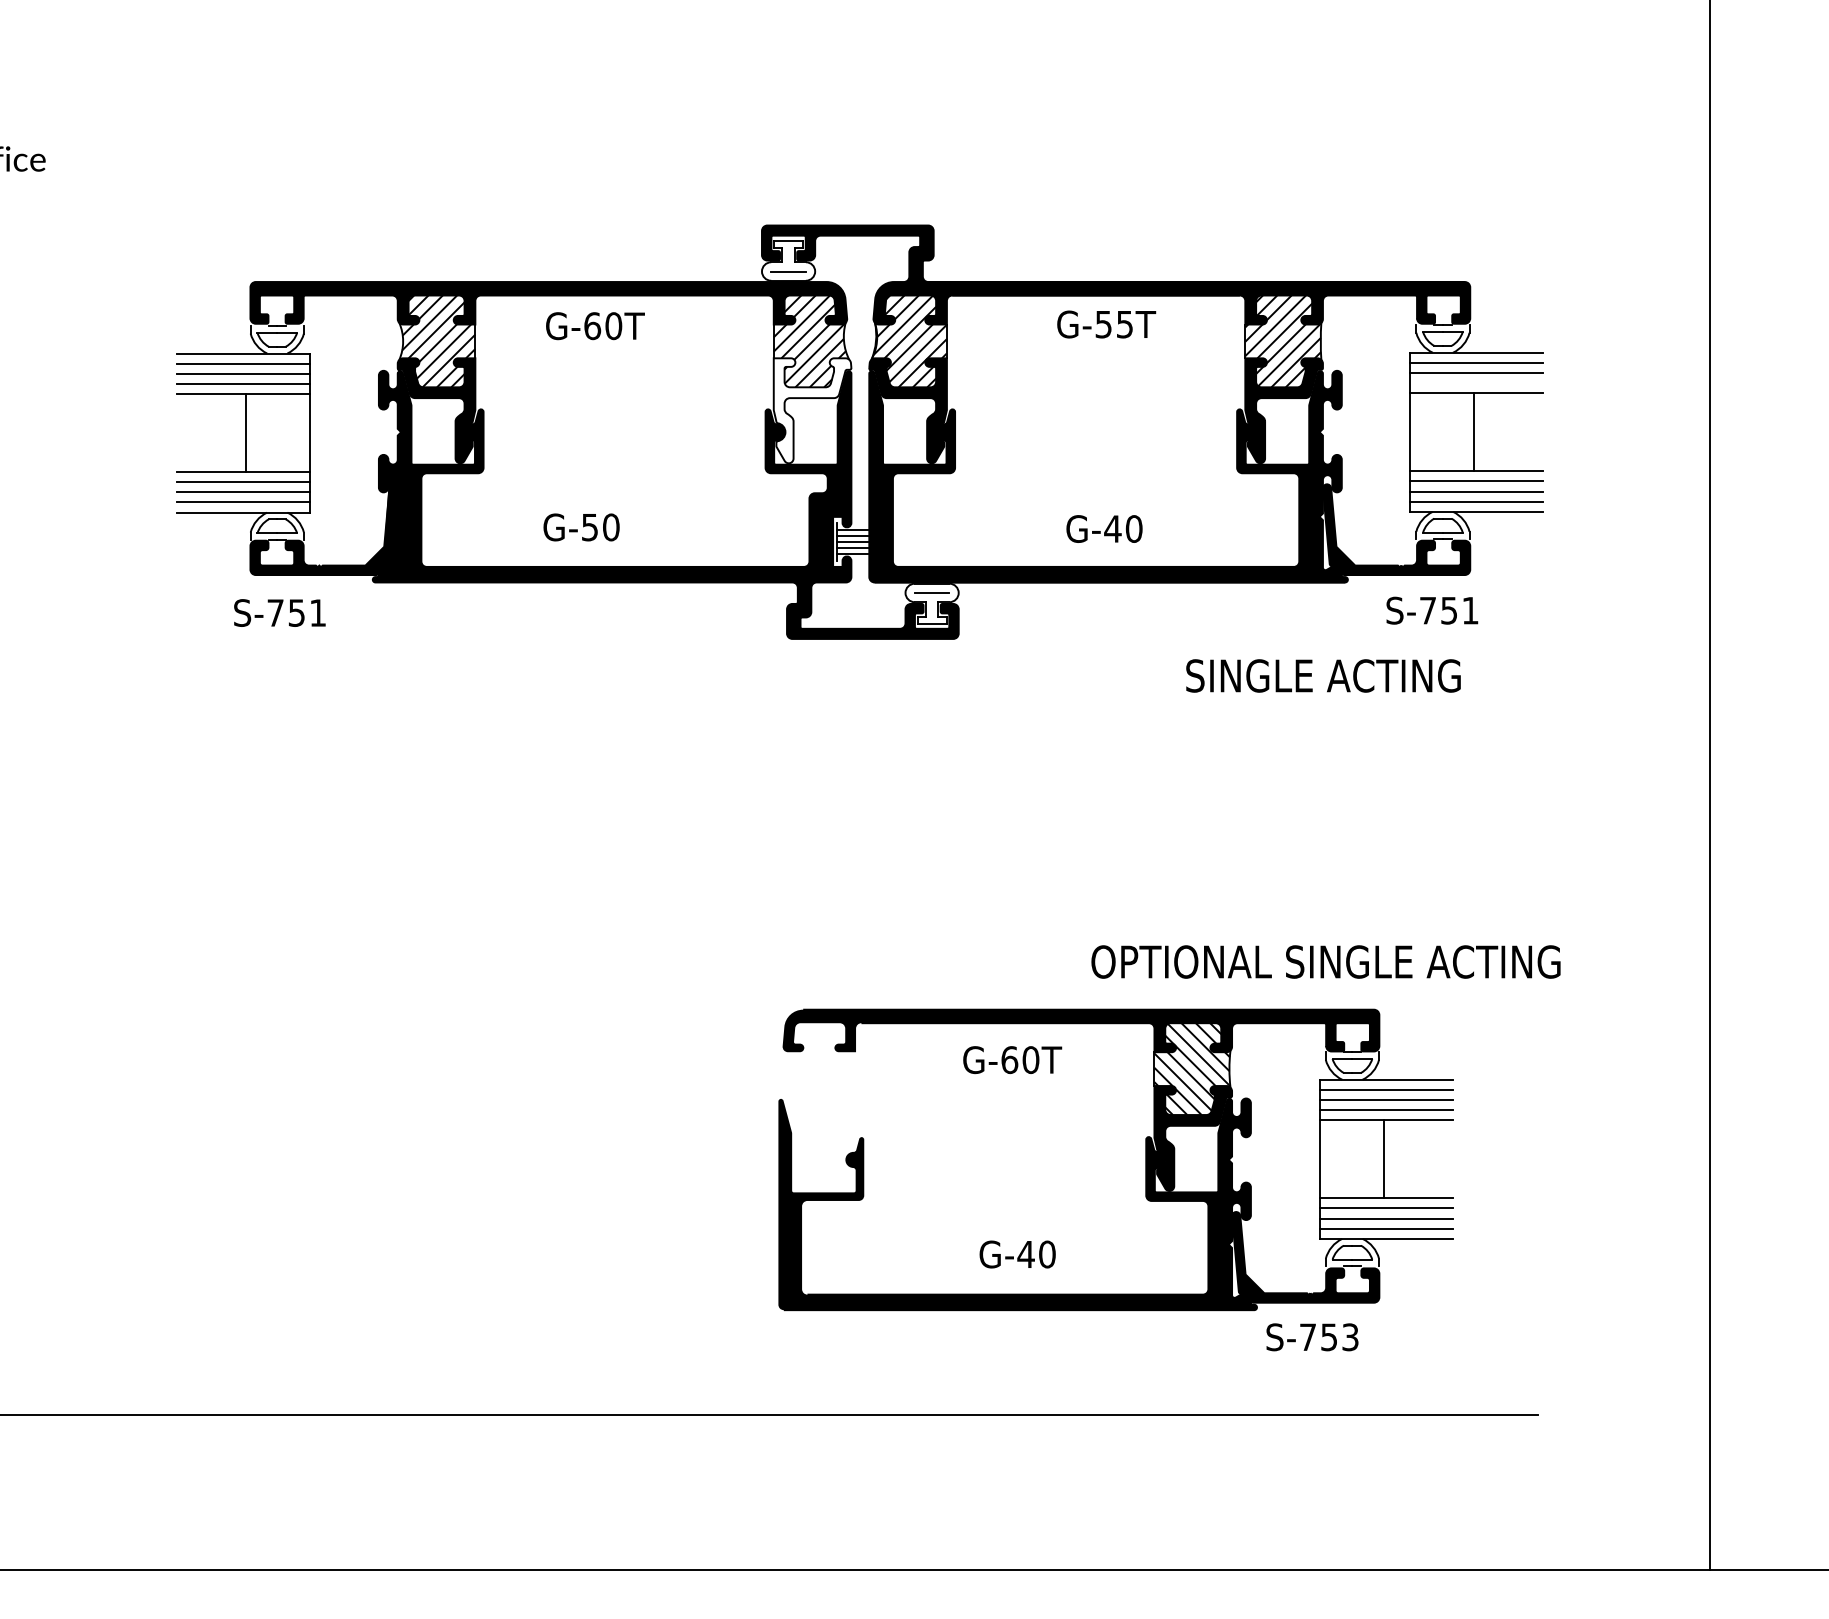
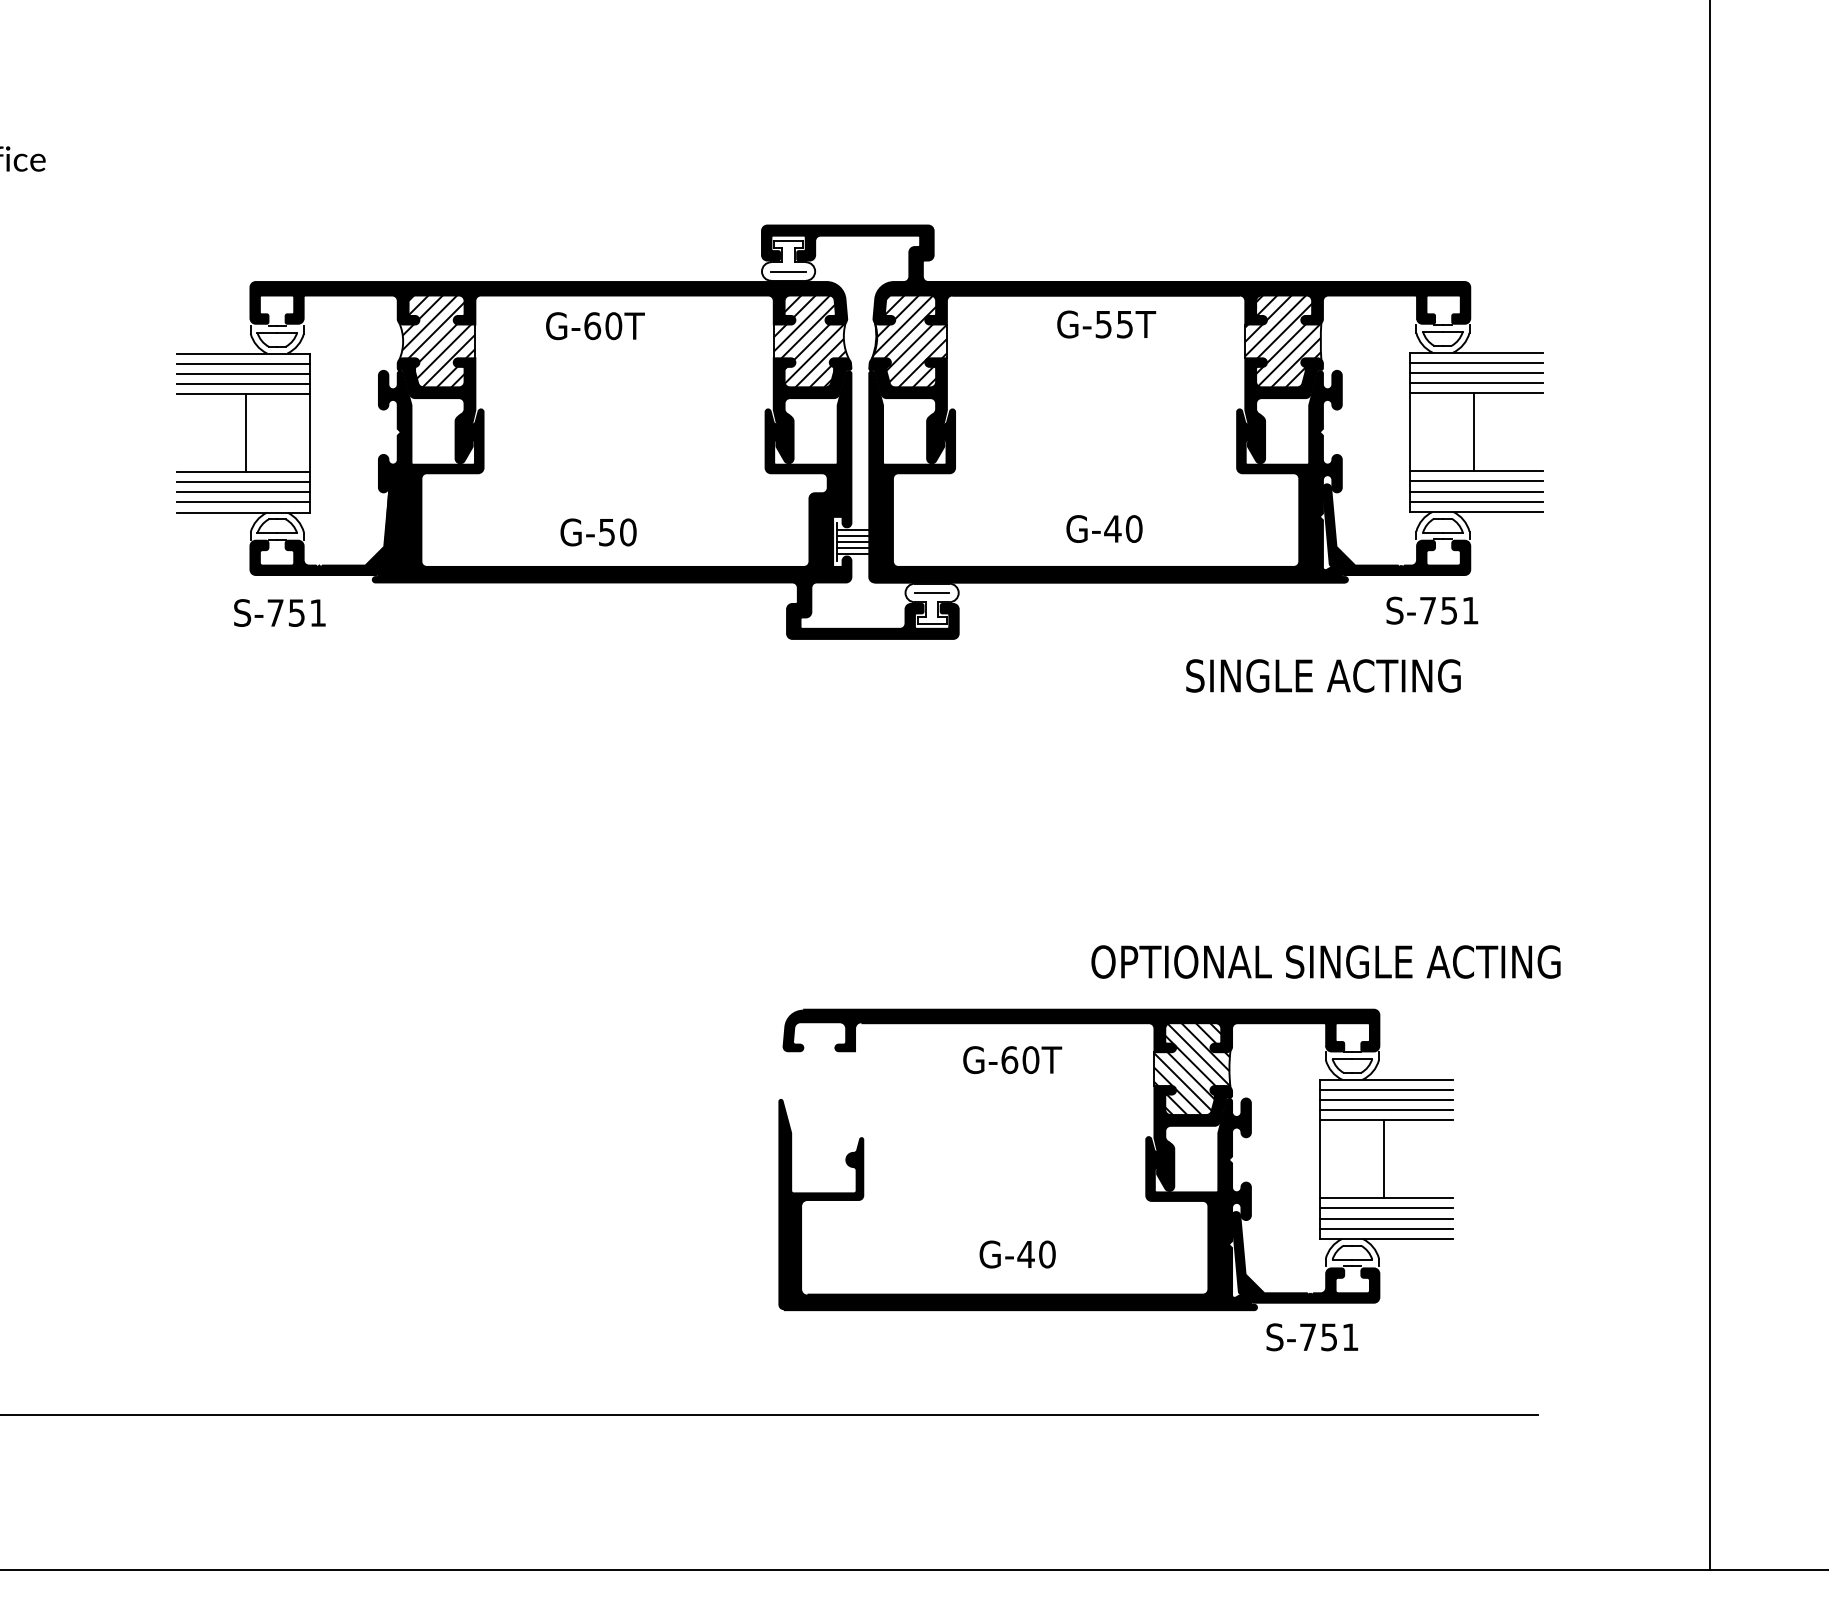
line at (1476, 383): none -> present
fill at (812, 410): none -> present
text at (581, 527) position: (581, 527) -> (598, 532)
text at (1350, 1337): S-753 -> S-751
